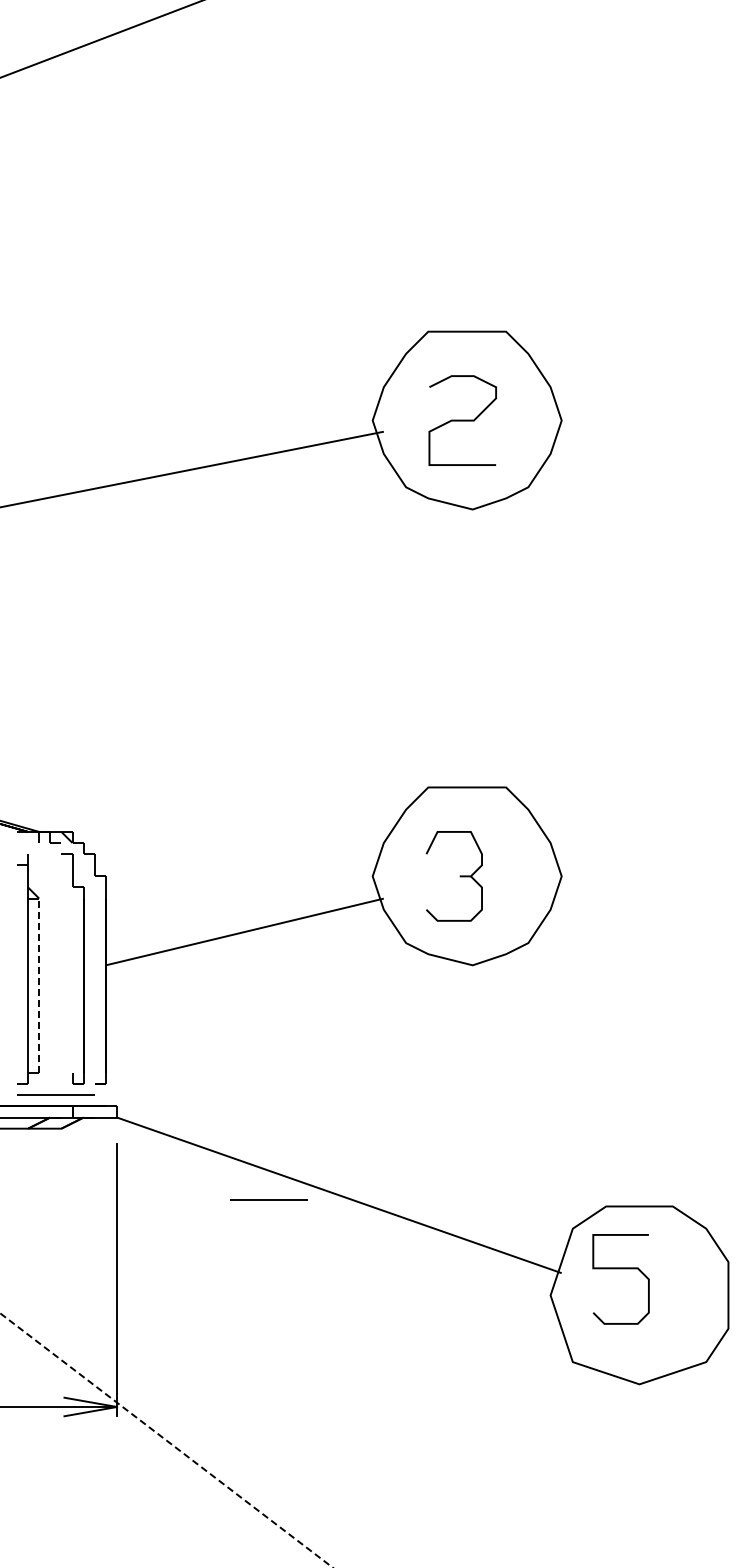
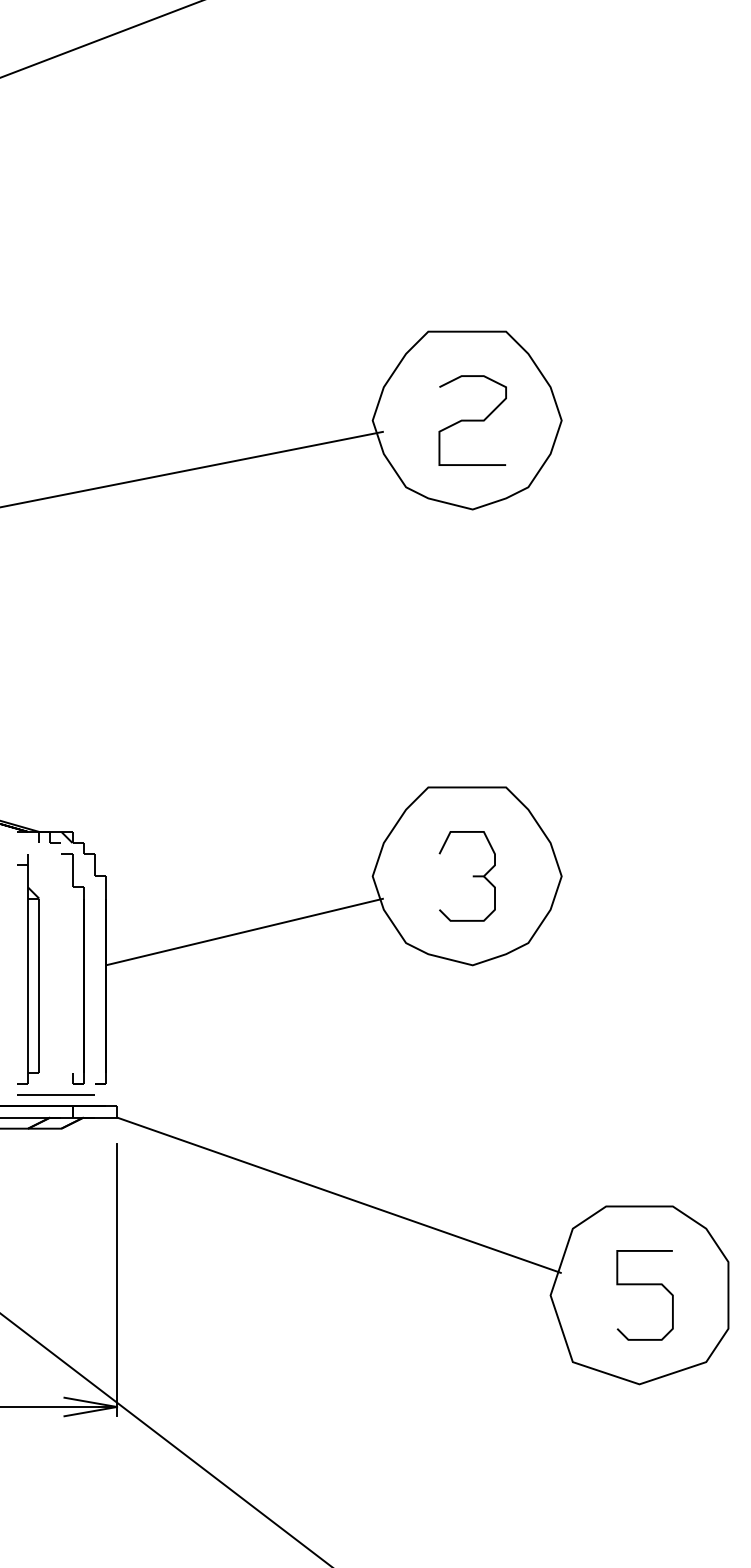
curve at (462, 420) position: (462, 420) -> (472, 420)
part at (453, 876) position: (453, 876) -> (466, 876)
line at (39, 985): dashed -> solid
line at (268, 1199): present -> none
curve at (620, 1269) position: (620, 1269) -> (644, 1285)
line at (167, 1440): dashed -> solid
